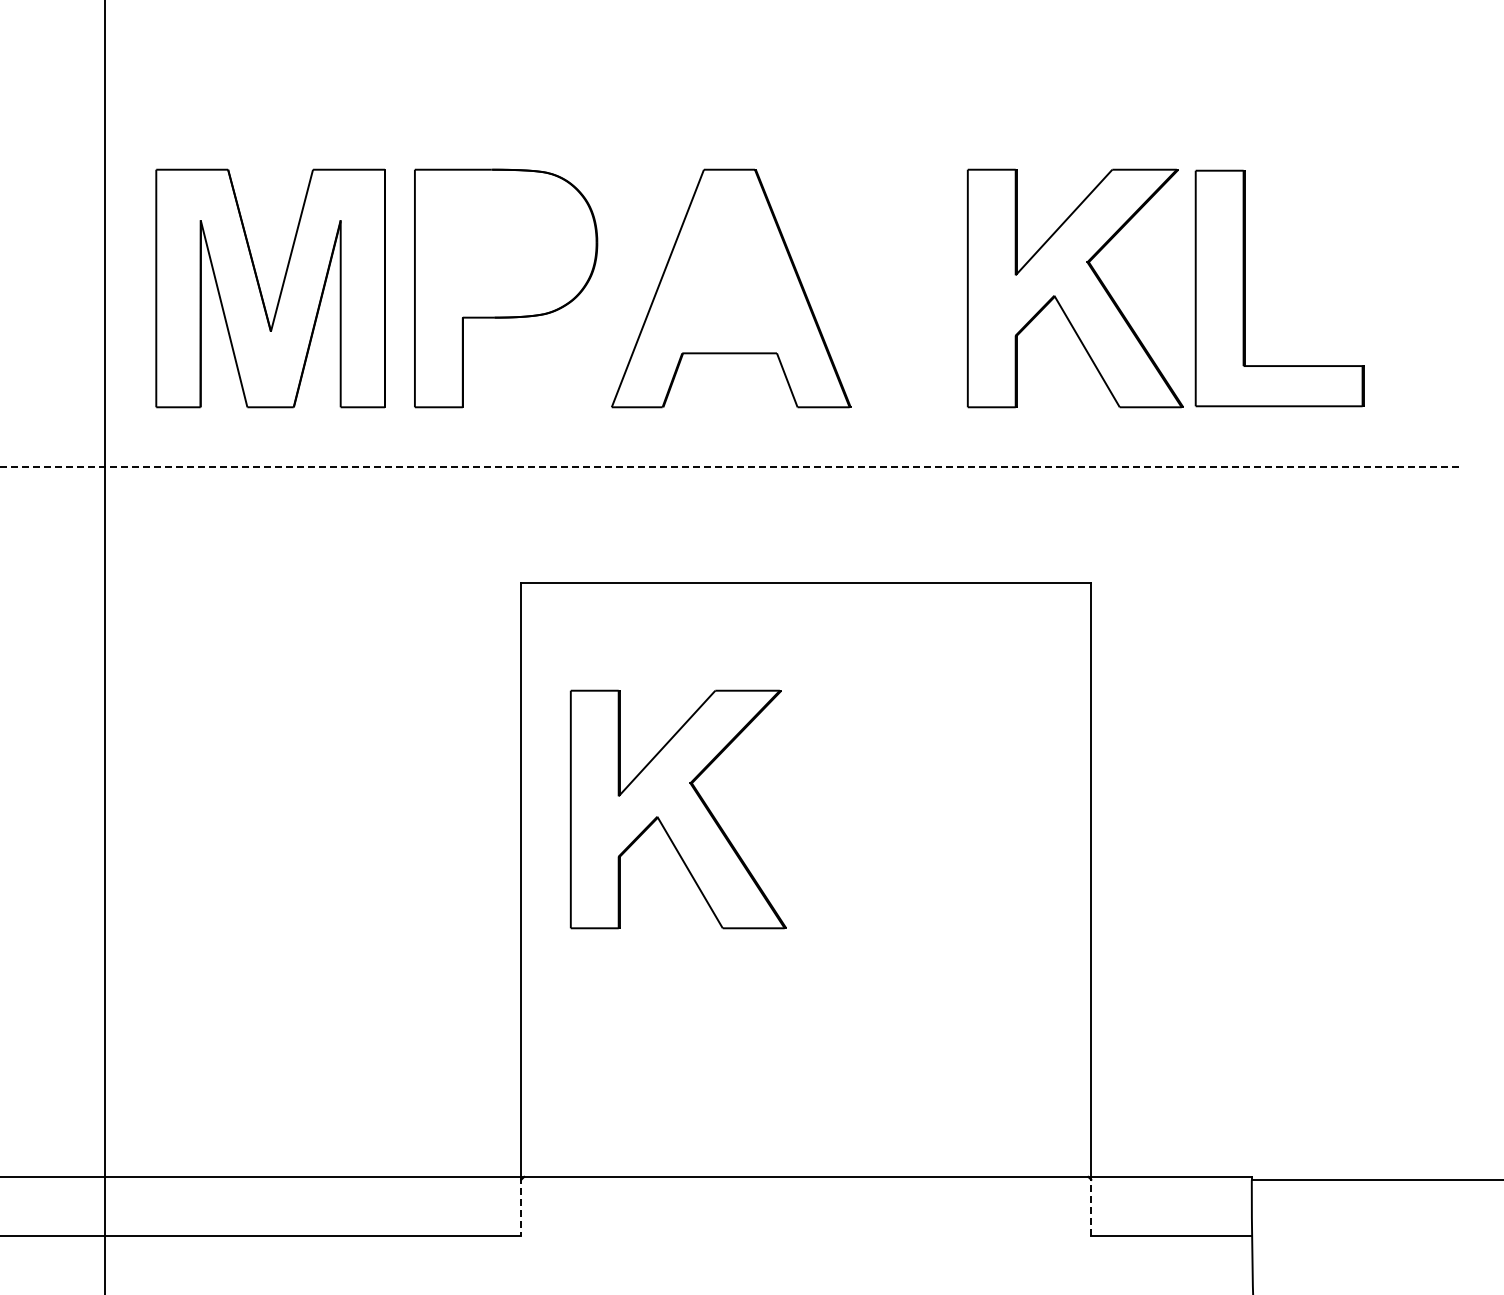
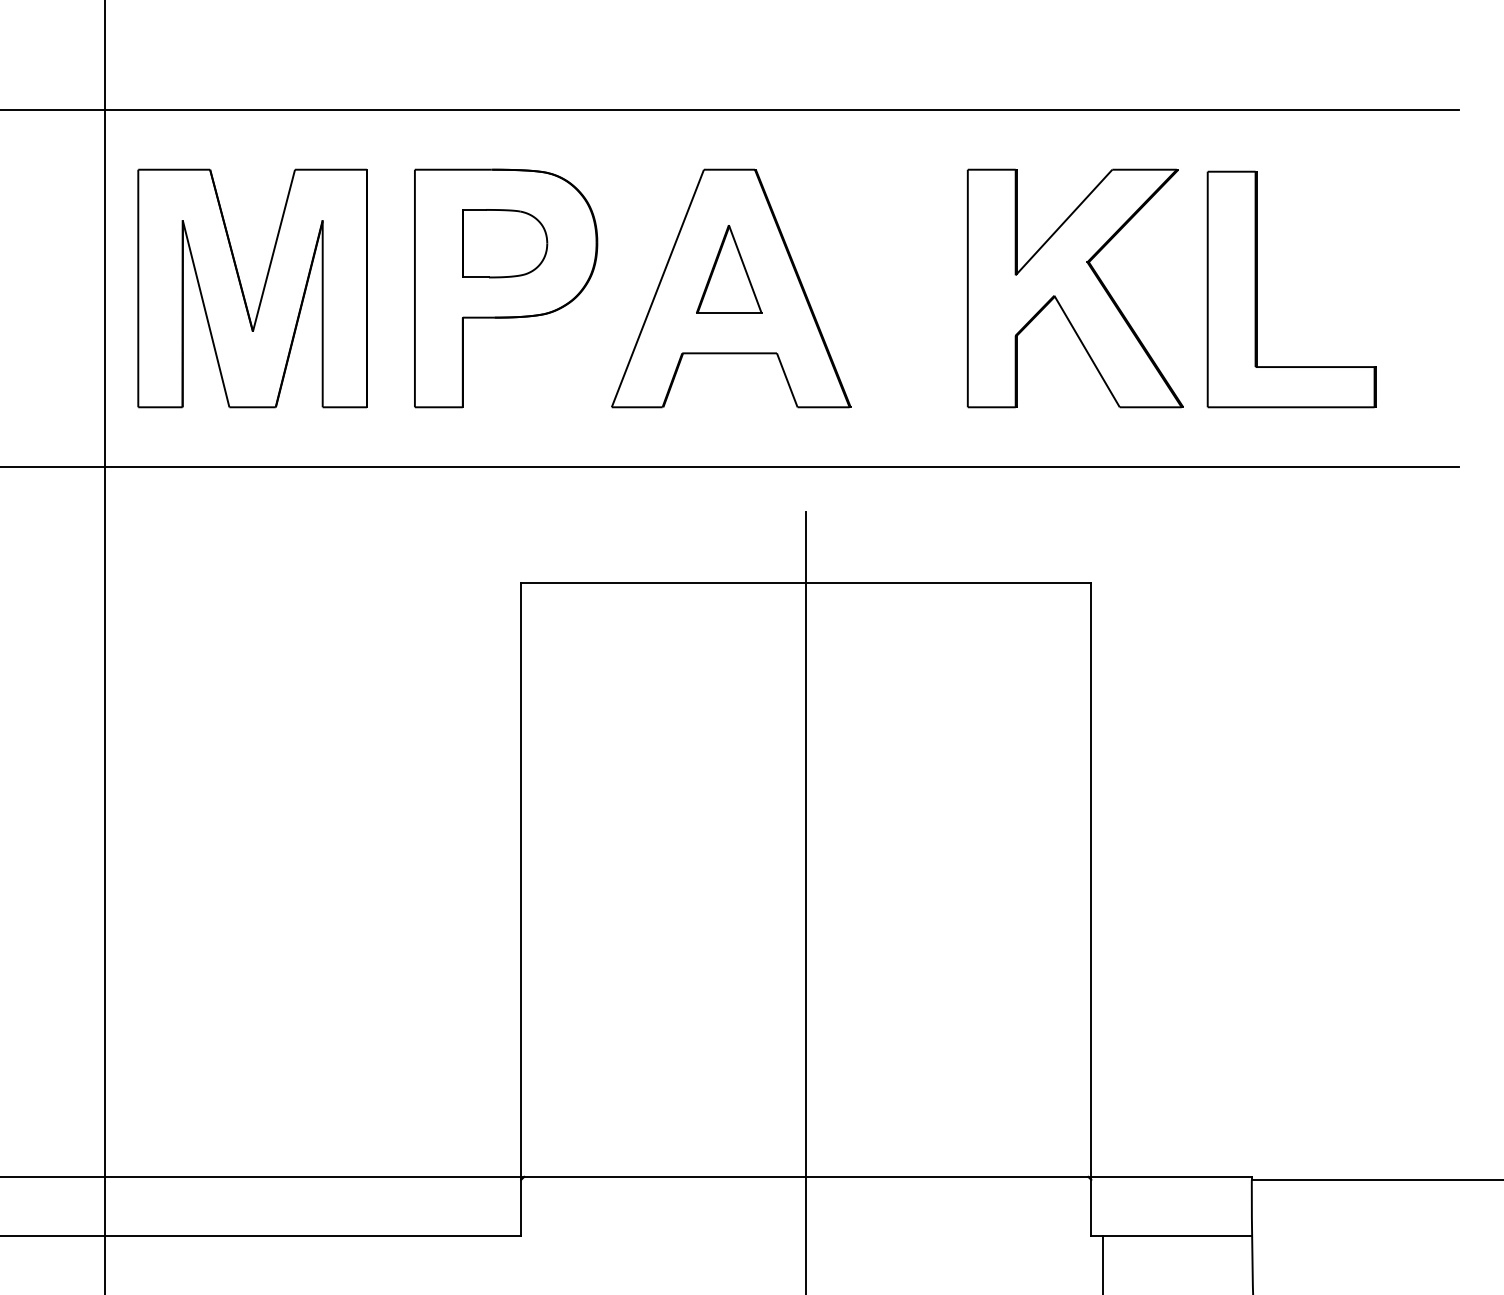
line at (730, 110): none -> present
part at (505, 243): none -> present
part at (729, 269): none -> present
part at (1245, 288) position: (1245, 288) -> (1257, 289)
part at (261, 290) position: (261, 290) -> (243, 290)
line at (729, 466): dashed -> solid
part at (677, 809): present -> none
line at (806, 901): none -> present
line at (521, 1206): dashed -> solid
line at (1091, 1206): dashed -> solid
line at (1103, 1263): none -> present
